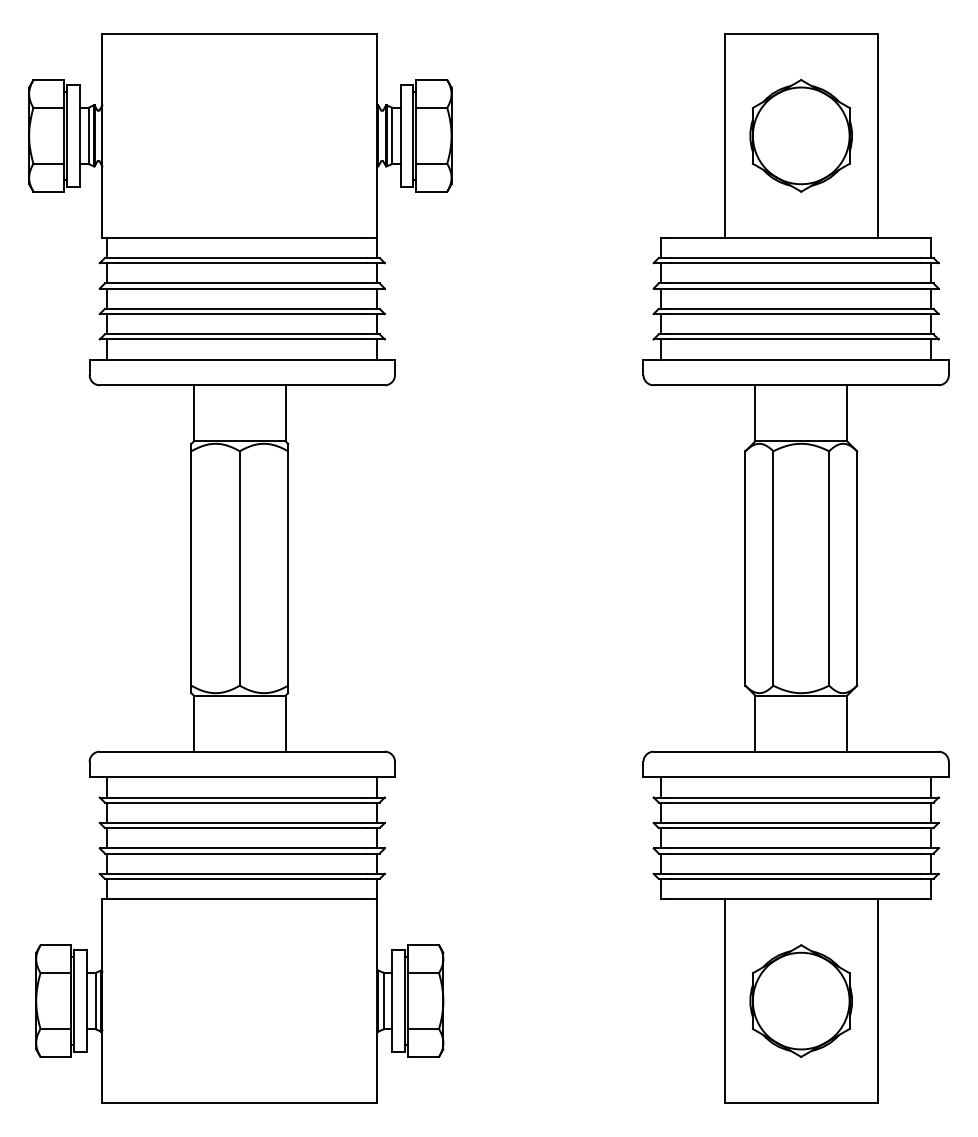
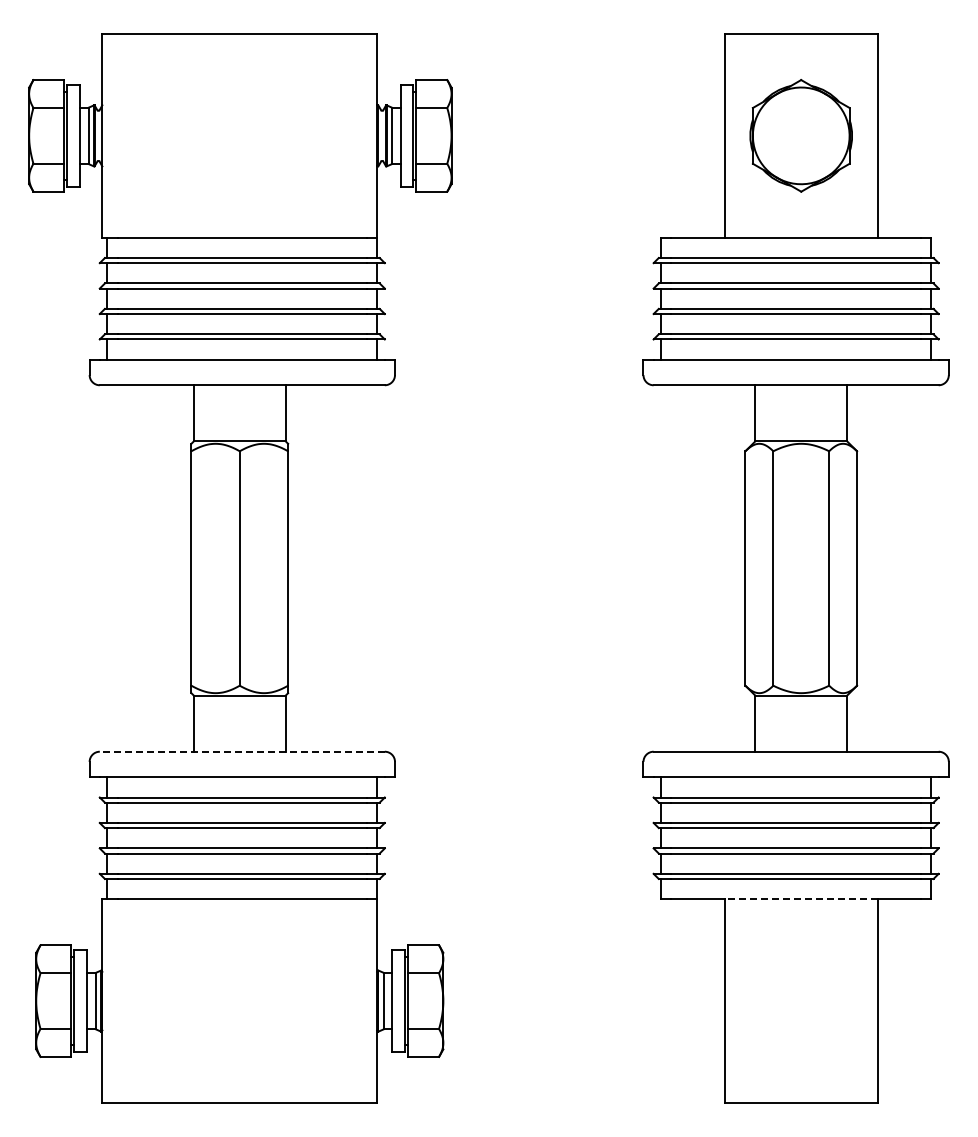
line at (242, 751): solid -> dashed
line at (800, 899): solid -> dashed
part at (800, 1000): present -> none
